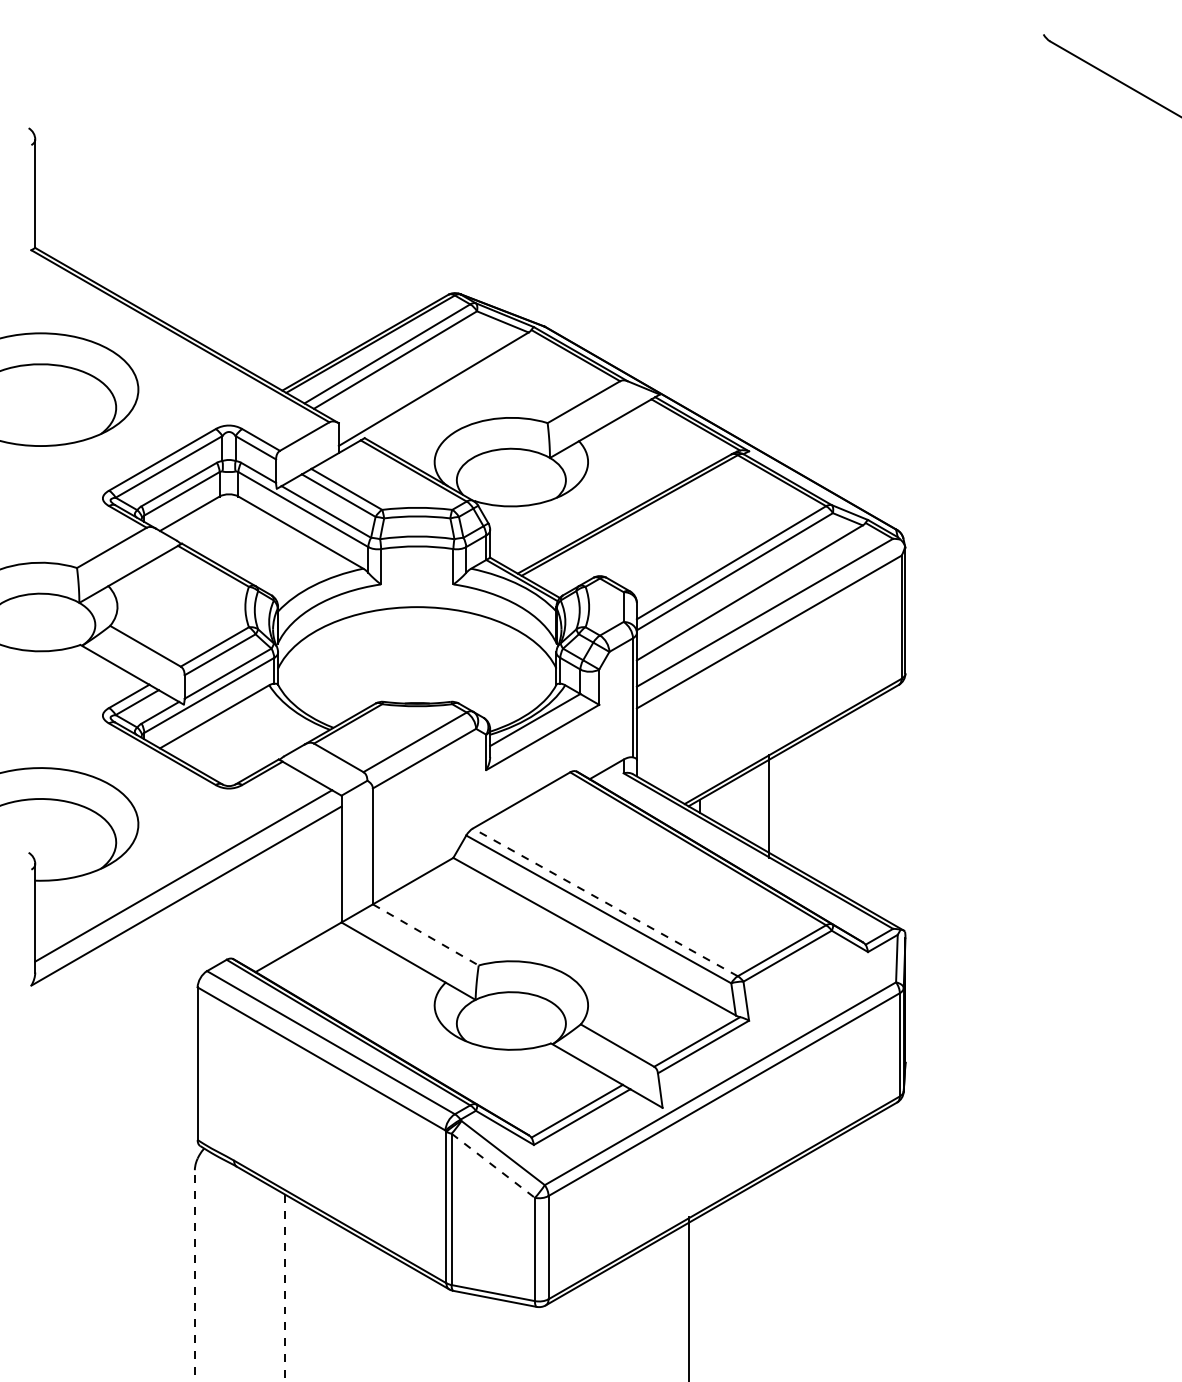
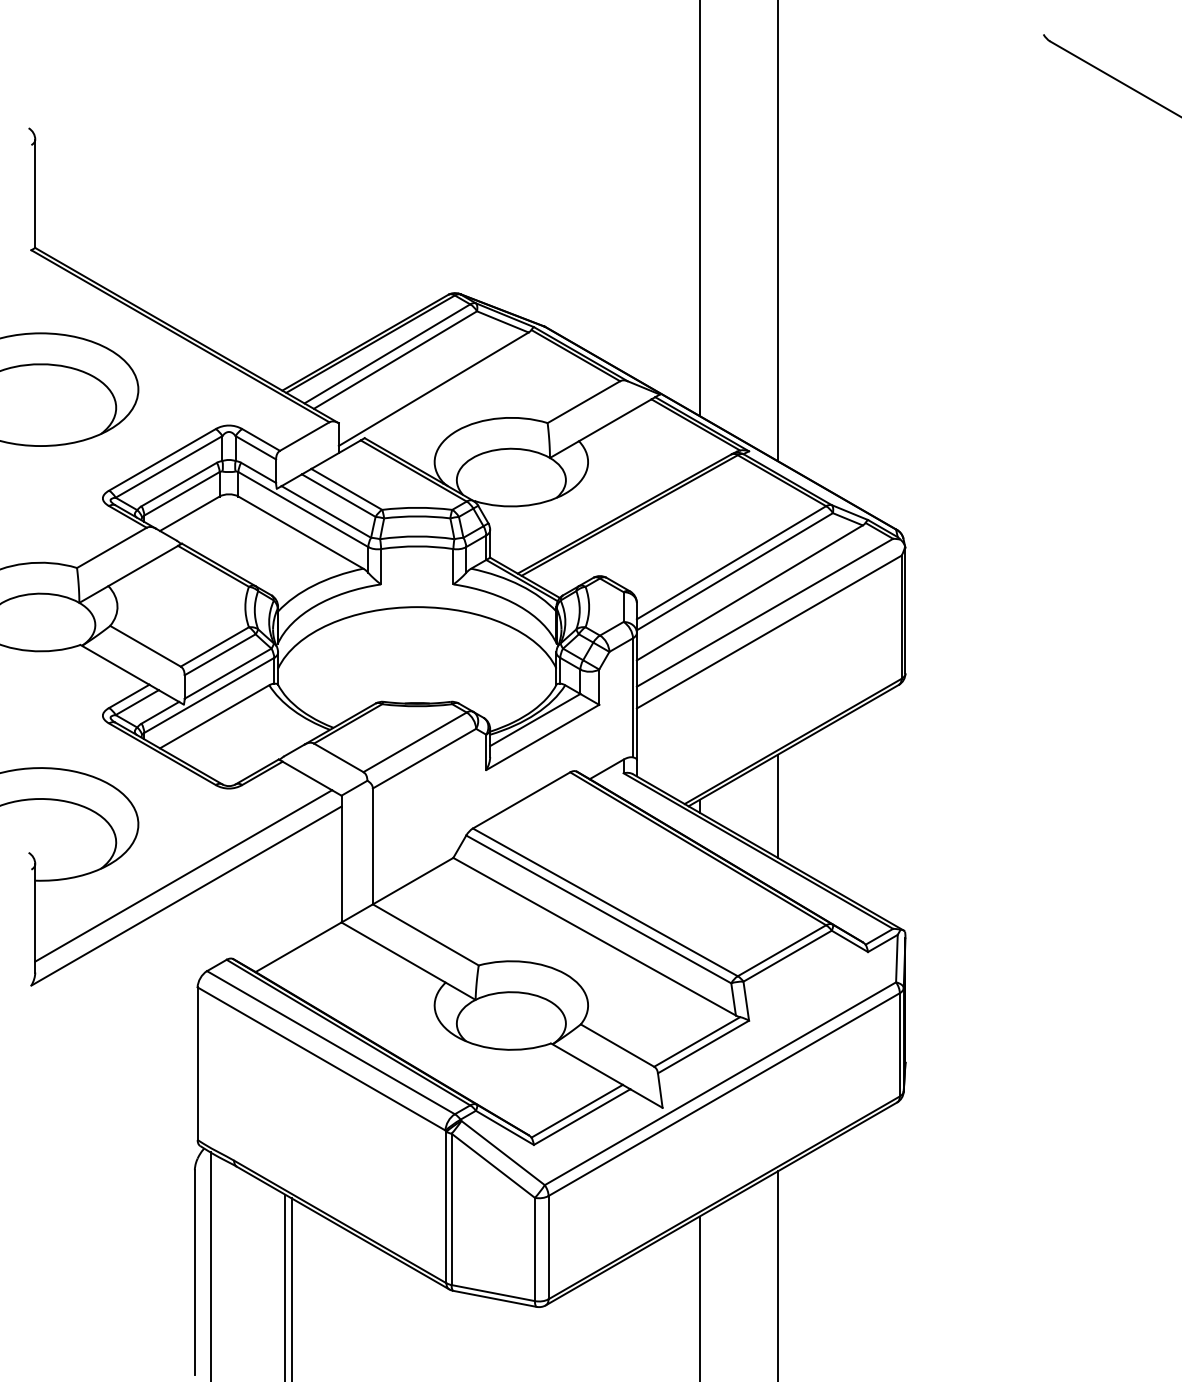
line at (699, 208): none -> present
line at (778, 231): none -> present
line at (769, 805) position: (769, 805) -> (778, 805)
line at (605, 902): dashed -> solid
line at (426, 935): dashed -> solid
line at (493, 1165): dashed -> solid
line at (210, 1265): none -> present
line at (194, 1272): dashed -> solid
line at (778, 1274): none -> present
line at (285, 1288): dashed -> solid
line at (291, 1288): none -> present
line at (688, 1297) position: (688, 1297) -> (699, 1297)
